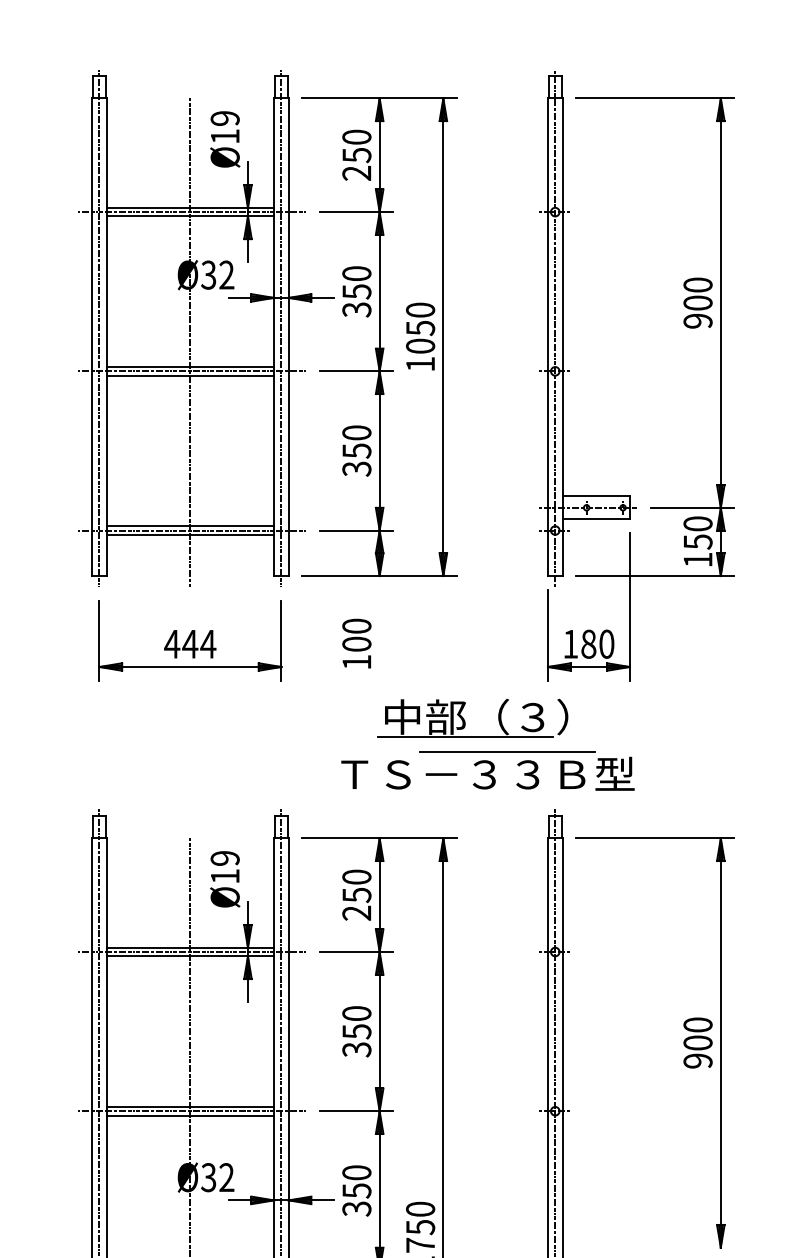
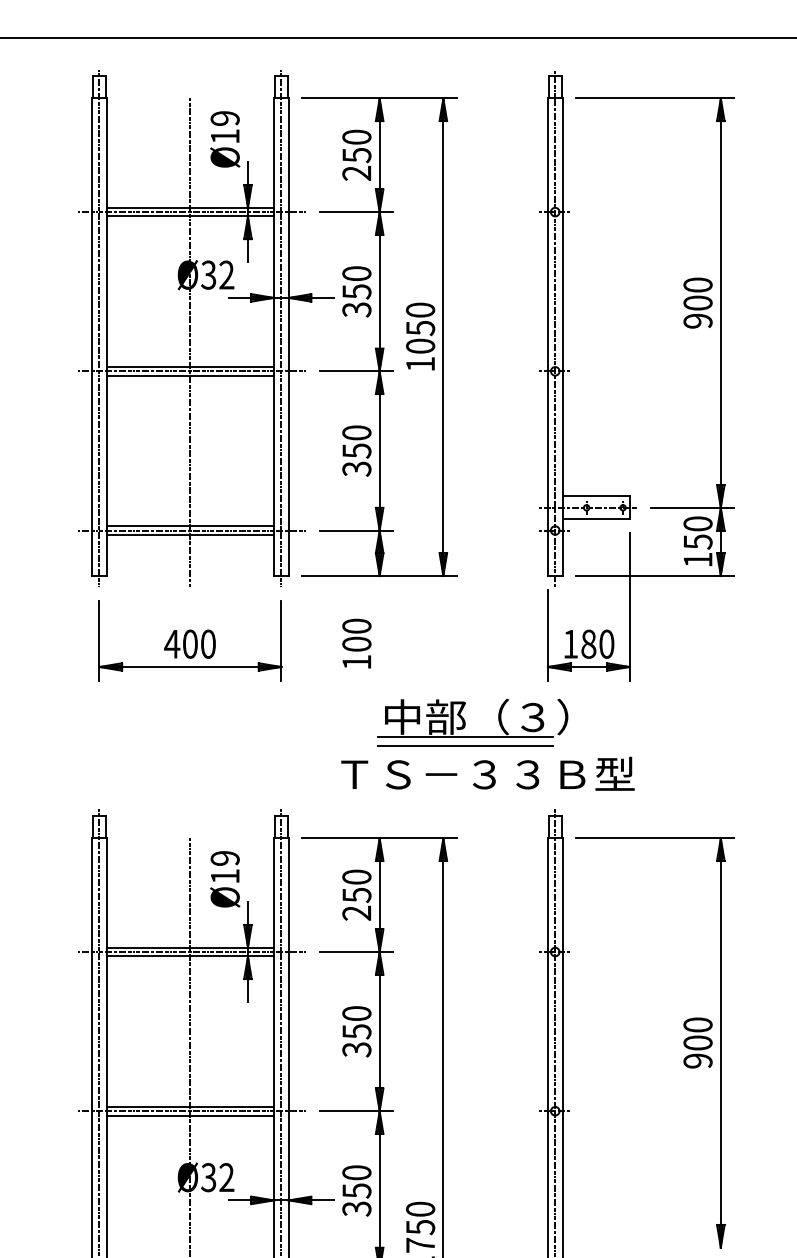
line at (397, 37): none -> present
text at (199, 643): 444 -> 400
line at (507, 751) position: (507, 751) -> (465, 745)
